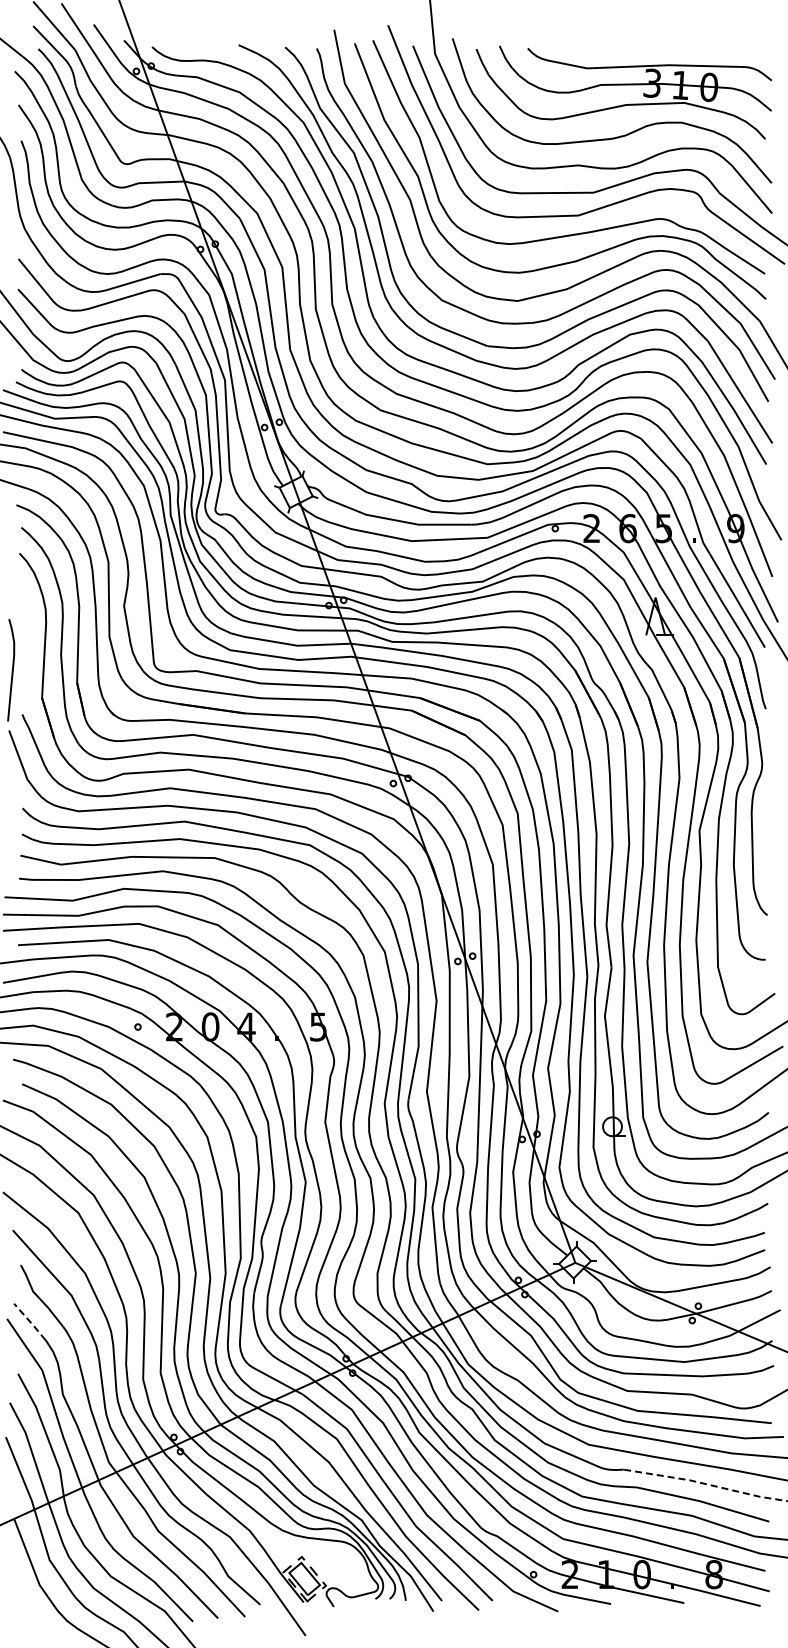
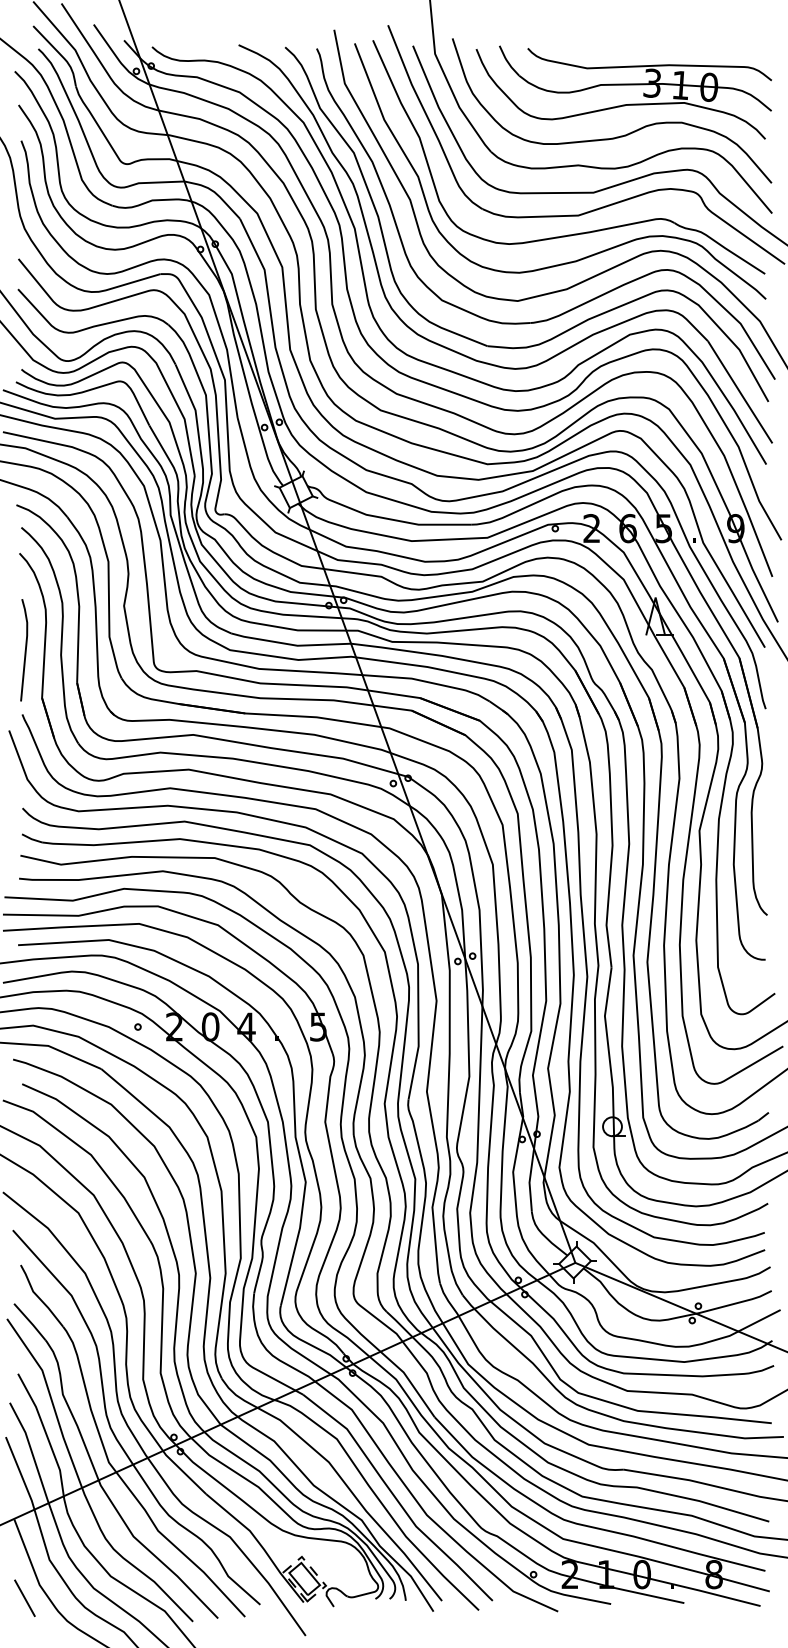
line at (11, 670) position: (11, 670) -> (24, 650)
line at (30, 1322): dashed -> solid
line at (705, 1484): dashed -> solid
line at (24, 1597): none -> present
